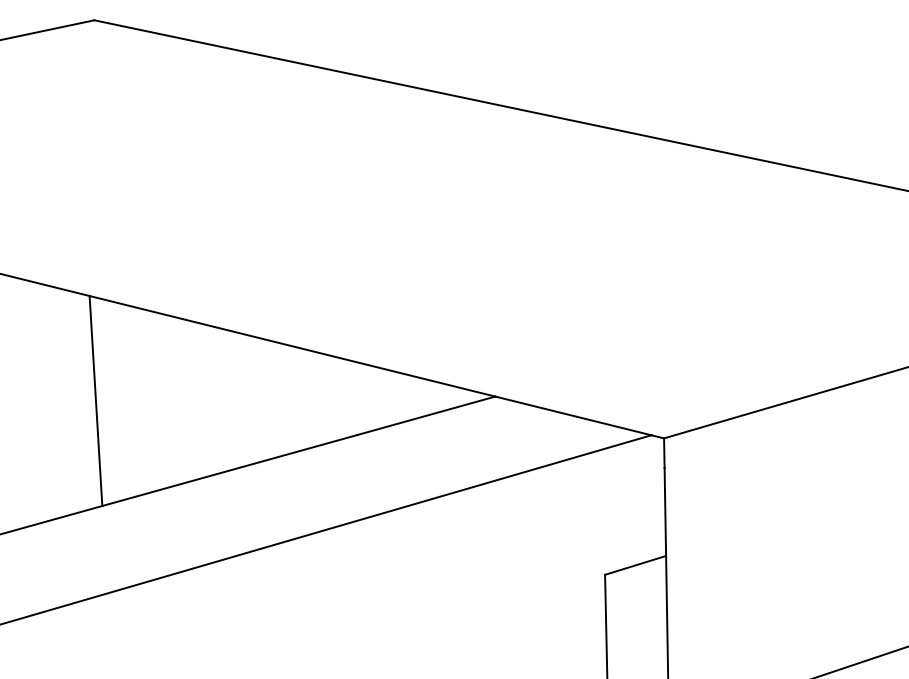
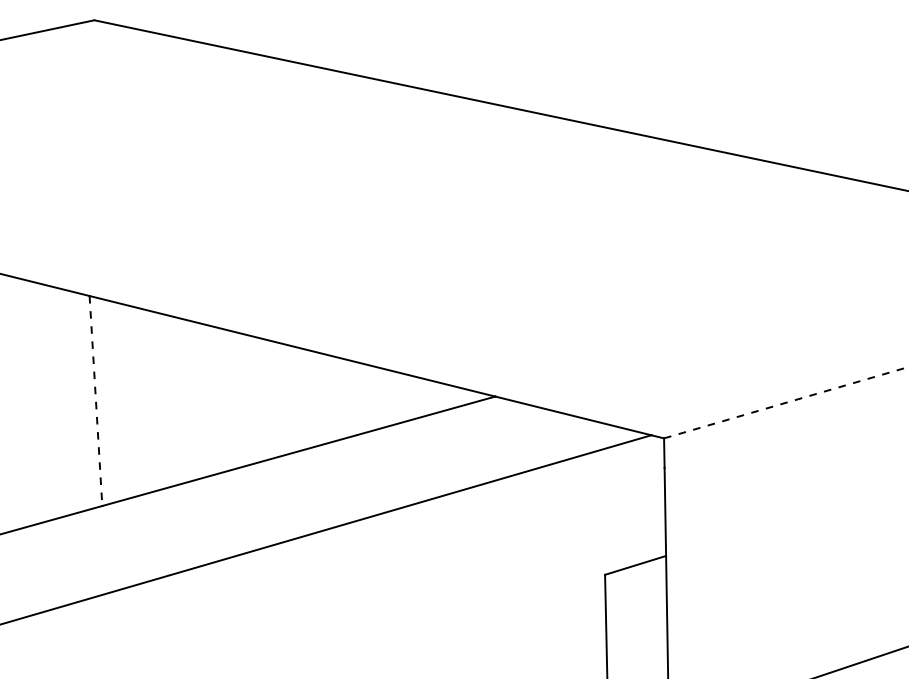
line at (96, 401): solid -> dashed
line at (786, 402): solid -> dashed
